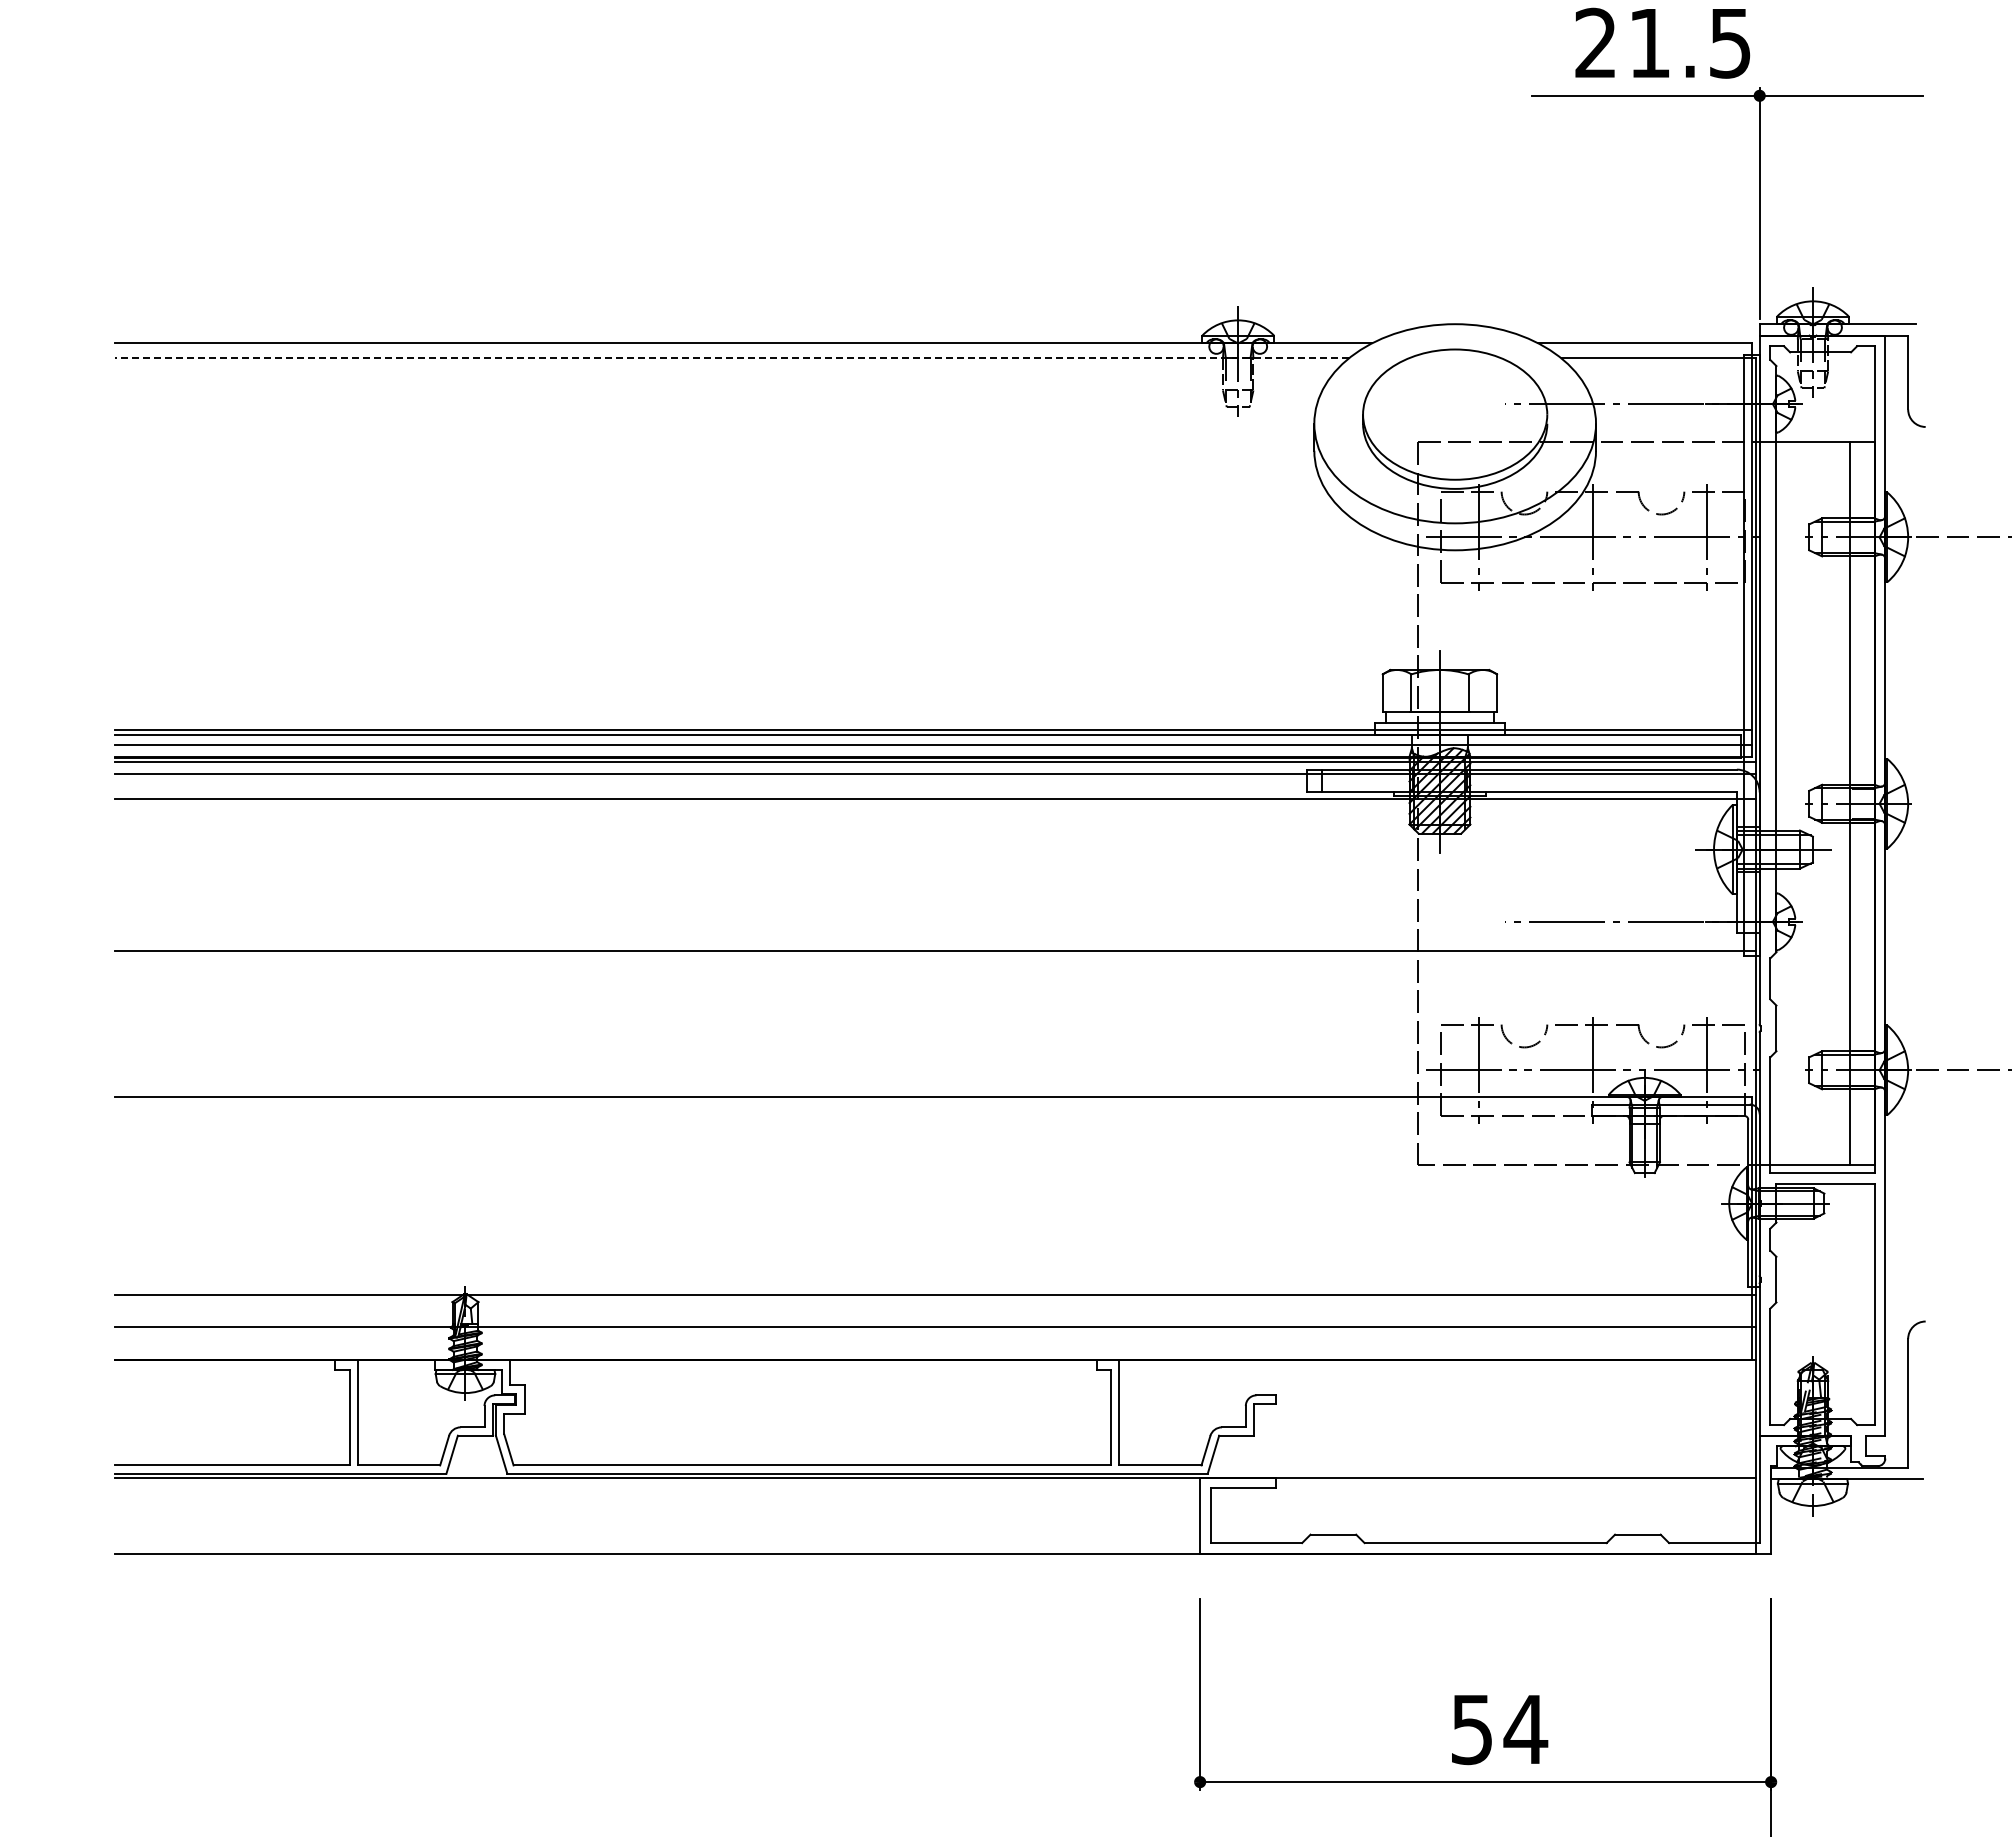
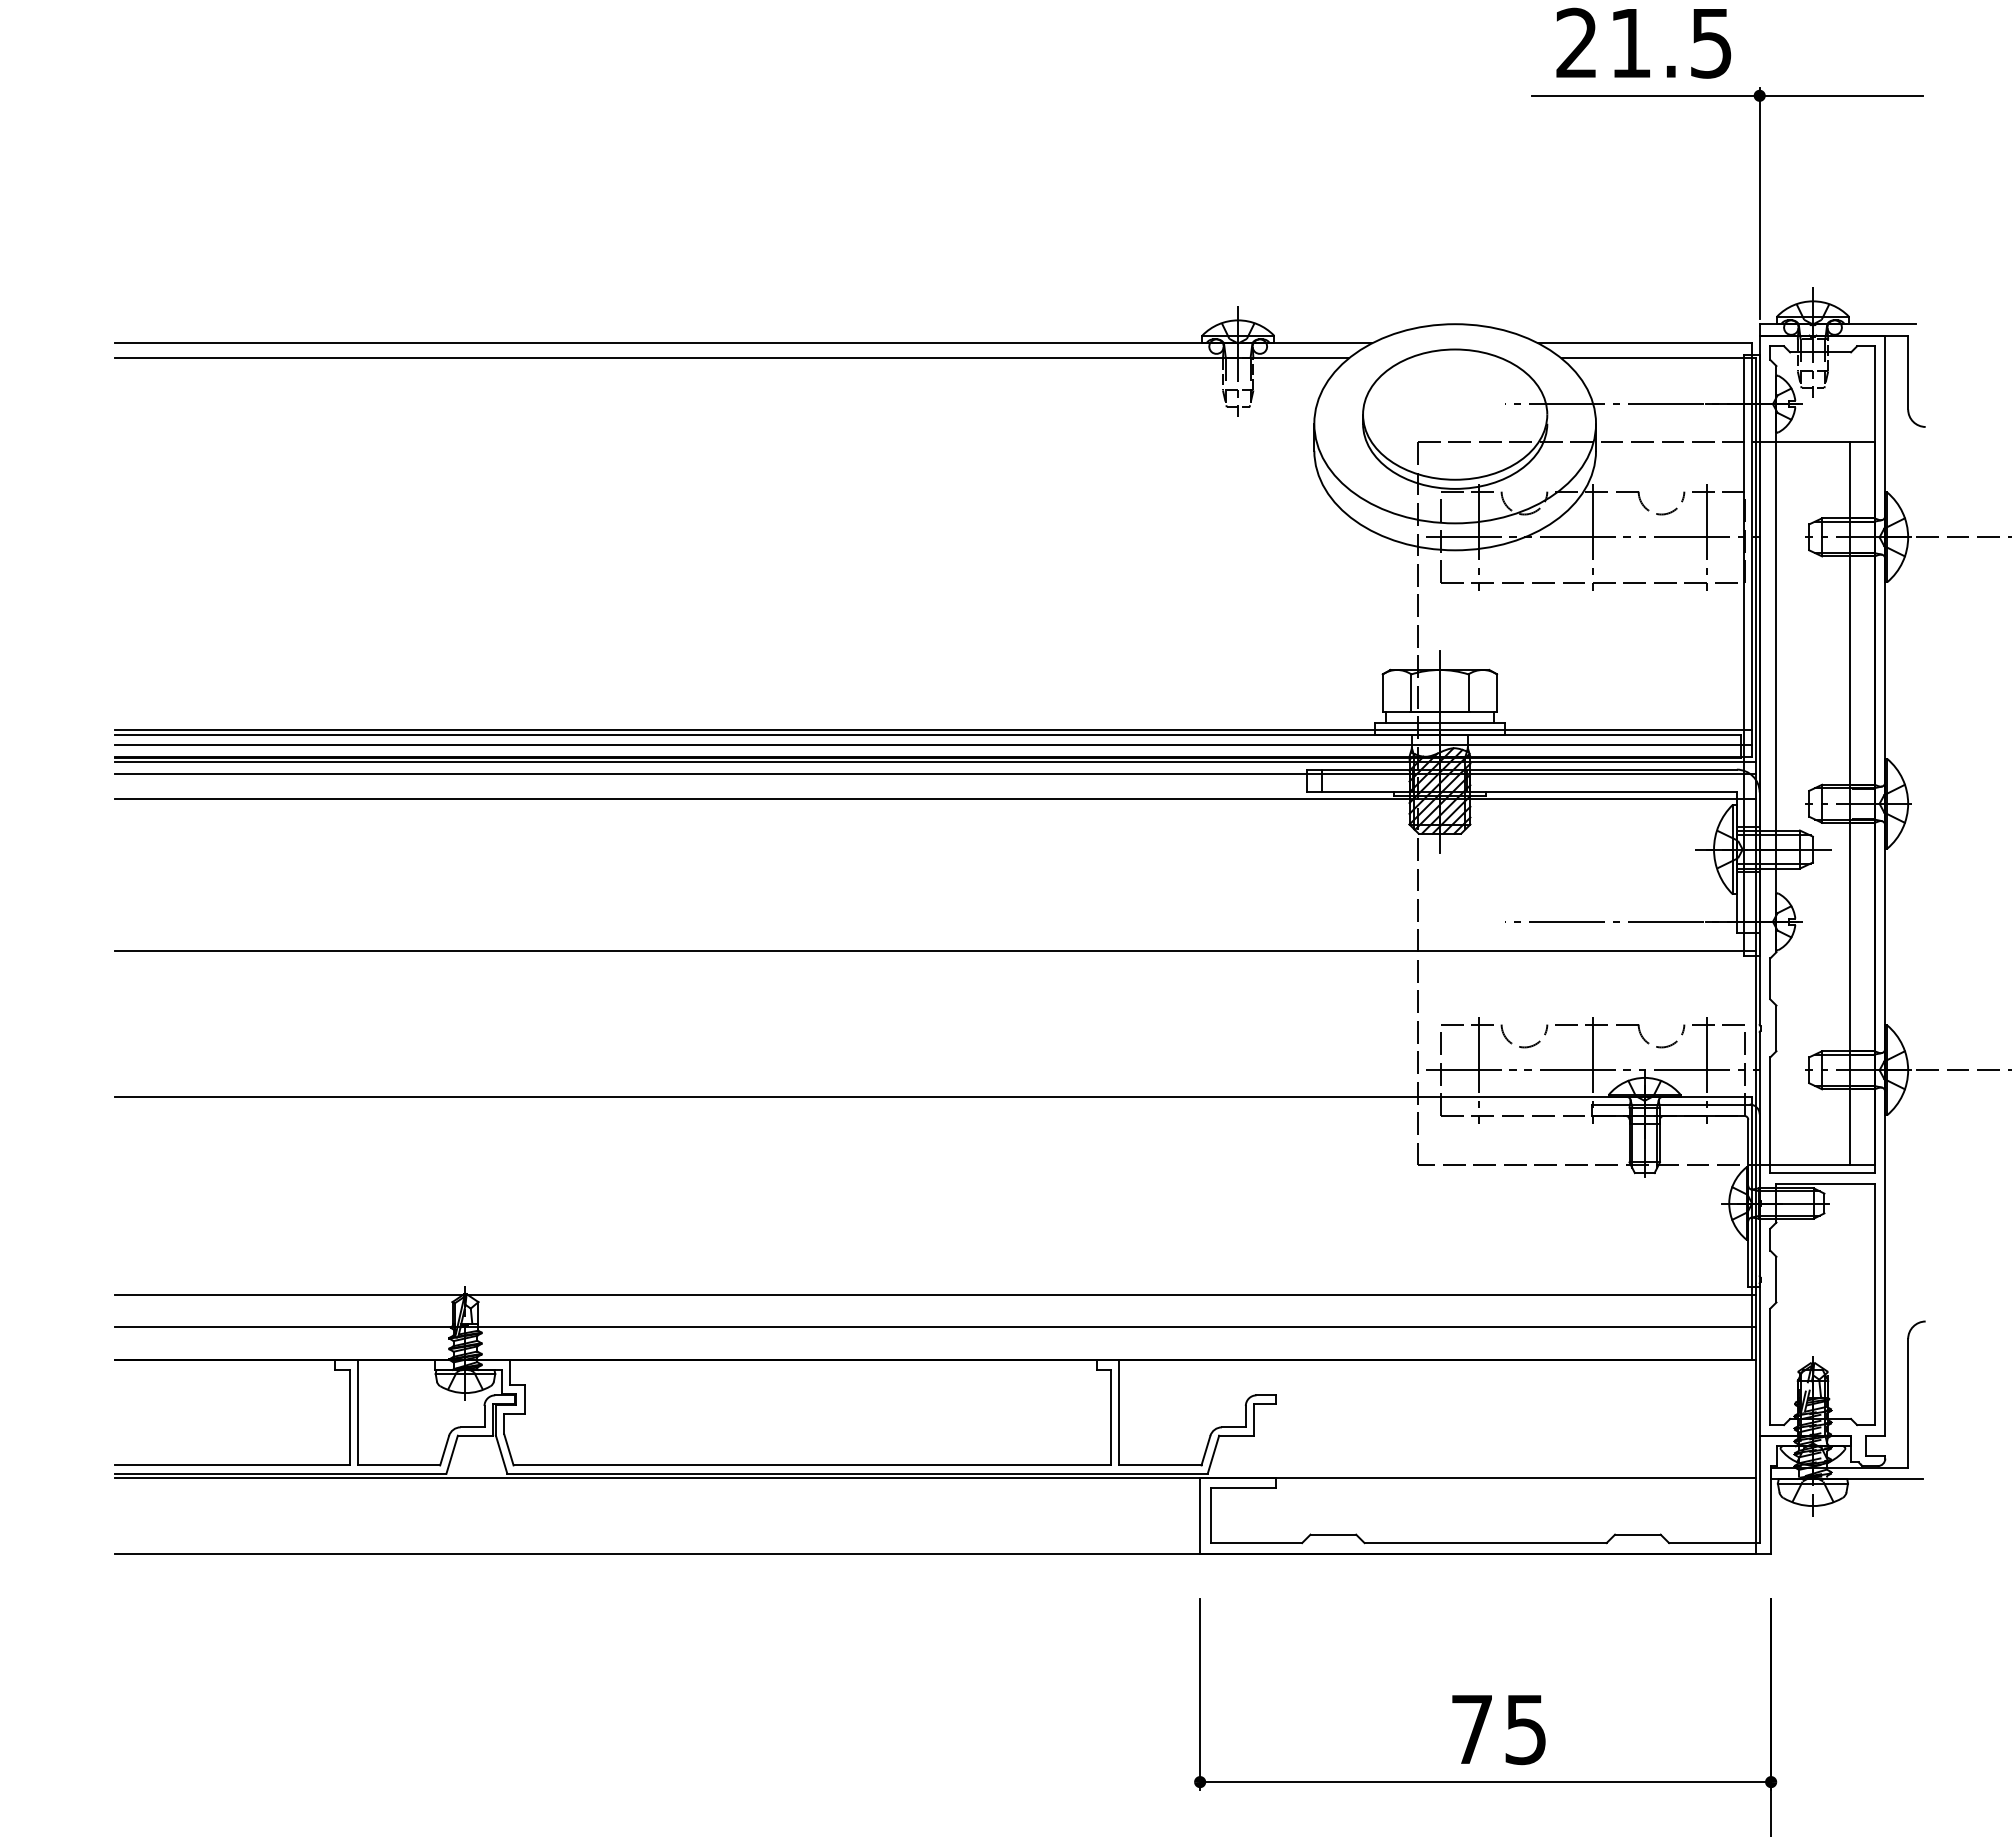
text at (1662, 42) position: (1662, 42) -> (1643, 42)
line at (732, 358): dashed -> solid
text at (1500, 1730): 54 -> 75
